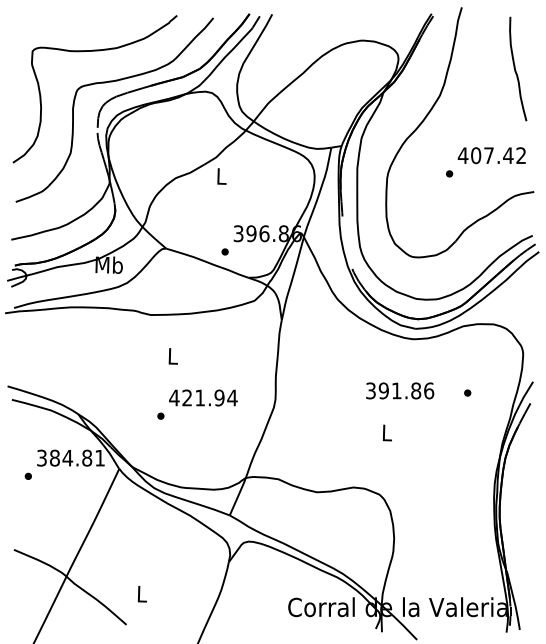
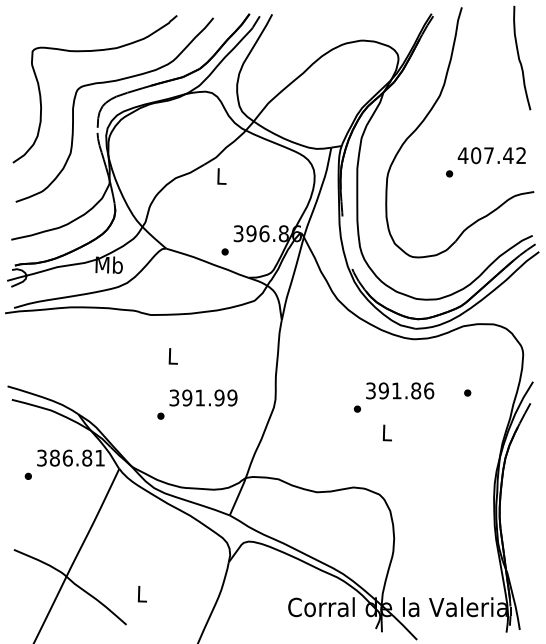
curve at (516, 70) position: (516, 70) -> (520, 59)
text at (203, 397): 421.94 -> 391.99
part at (356, 408): none -> present
text at (67, 457): 384.81 -> 386.81
